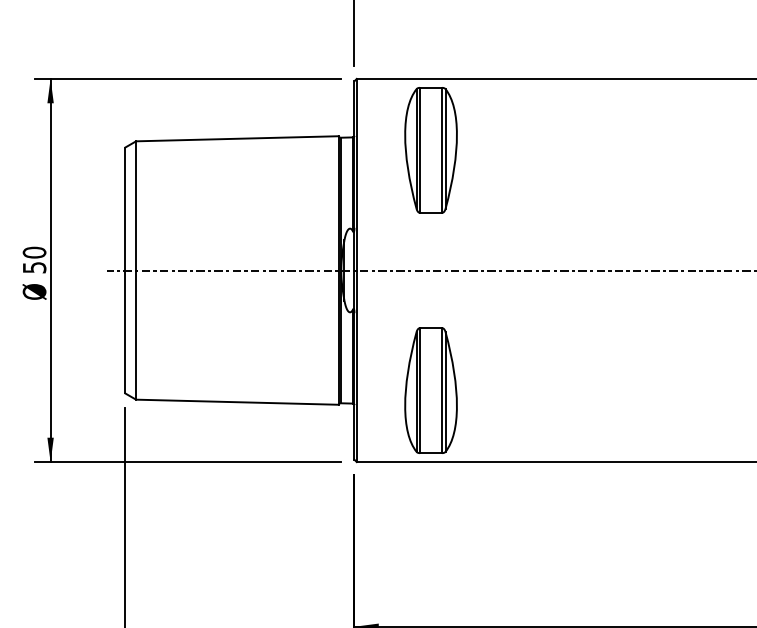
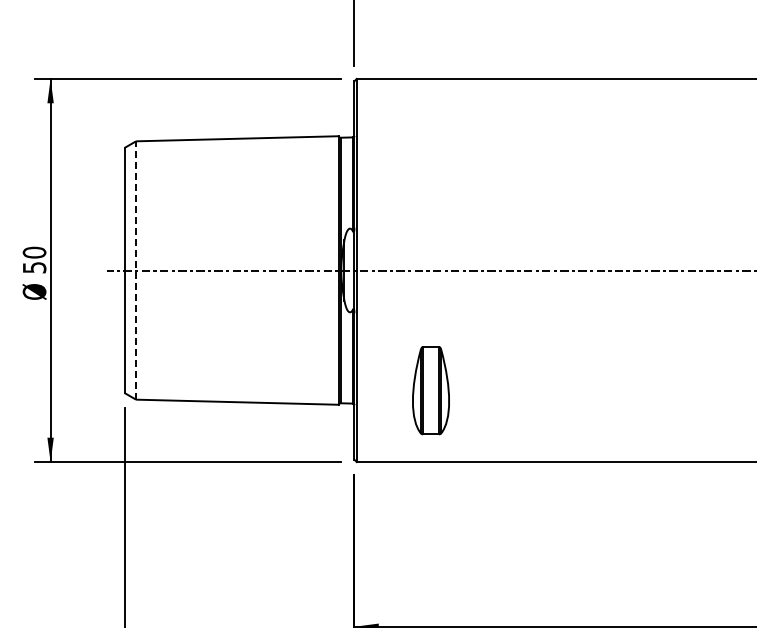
part at (430, 150): present -> none
line at (136, 270): solid -> dashed
part at (430, 390) size: 54x127 px -> 38x90 px
